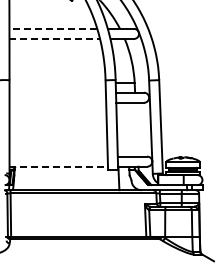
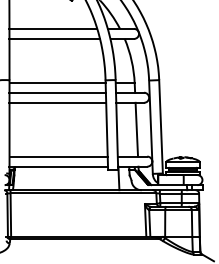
line at (52, 28): dashed -> solid
line at (54, 38): dashed -> solid
line at (57, 83): none -> present
line at (57, 92): none -> present
line at (57, 102): none -> present
line at (136, 129): none -> present
line at (58, 156): none -> present
line at (59, 166): dashed -> solid
